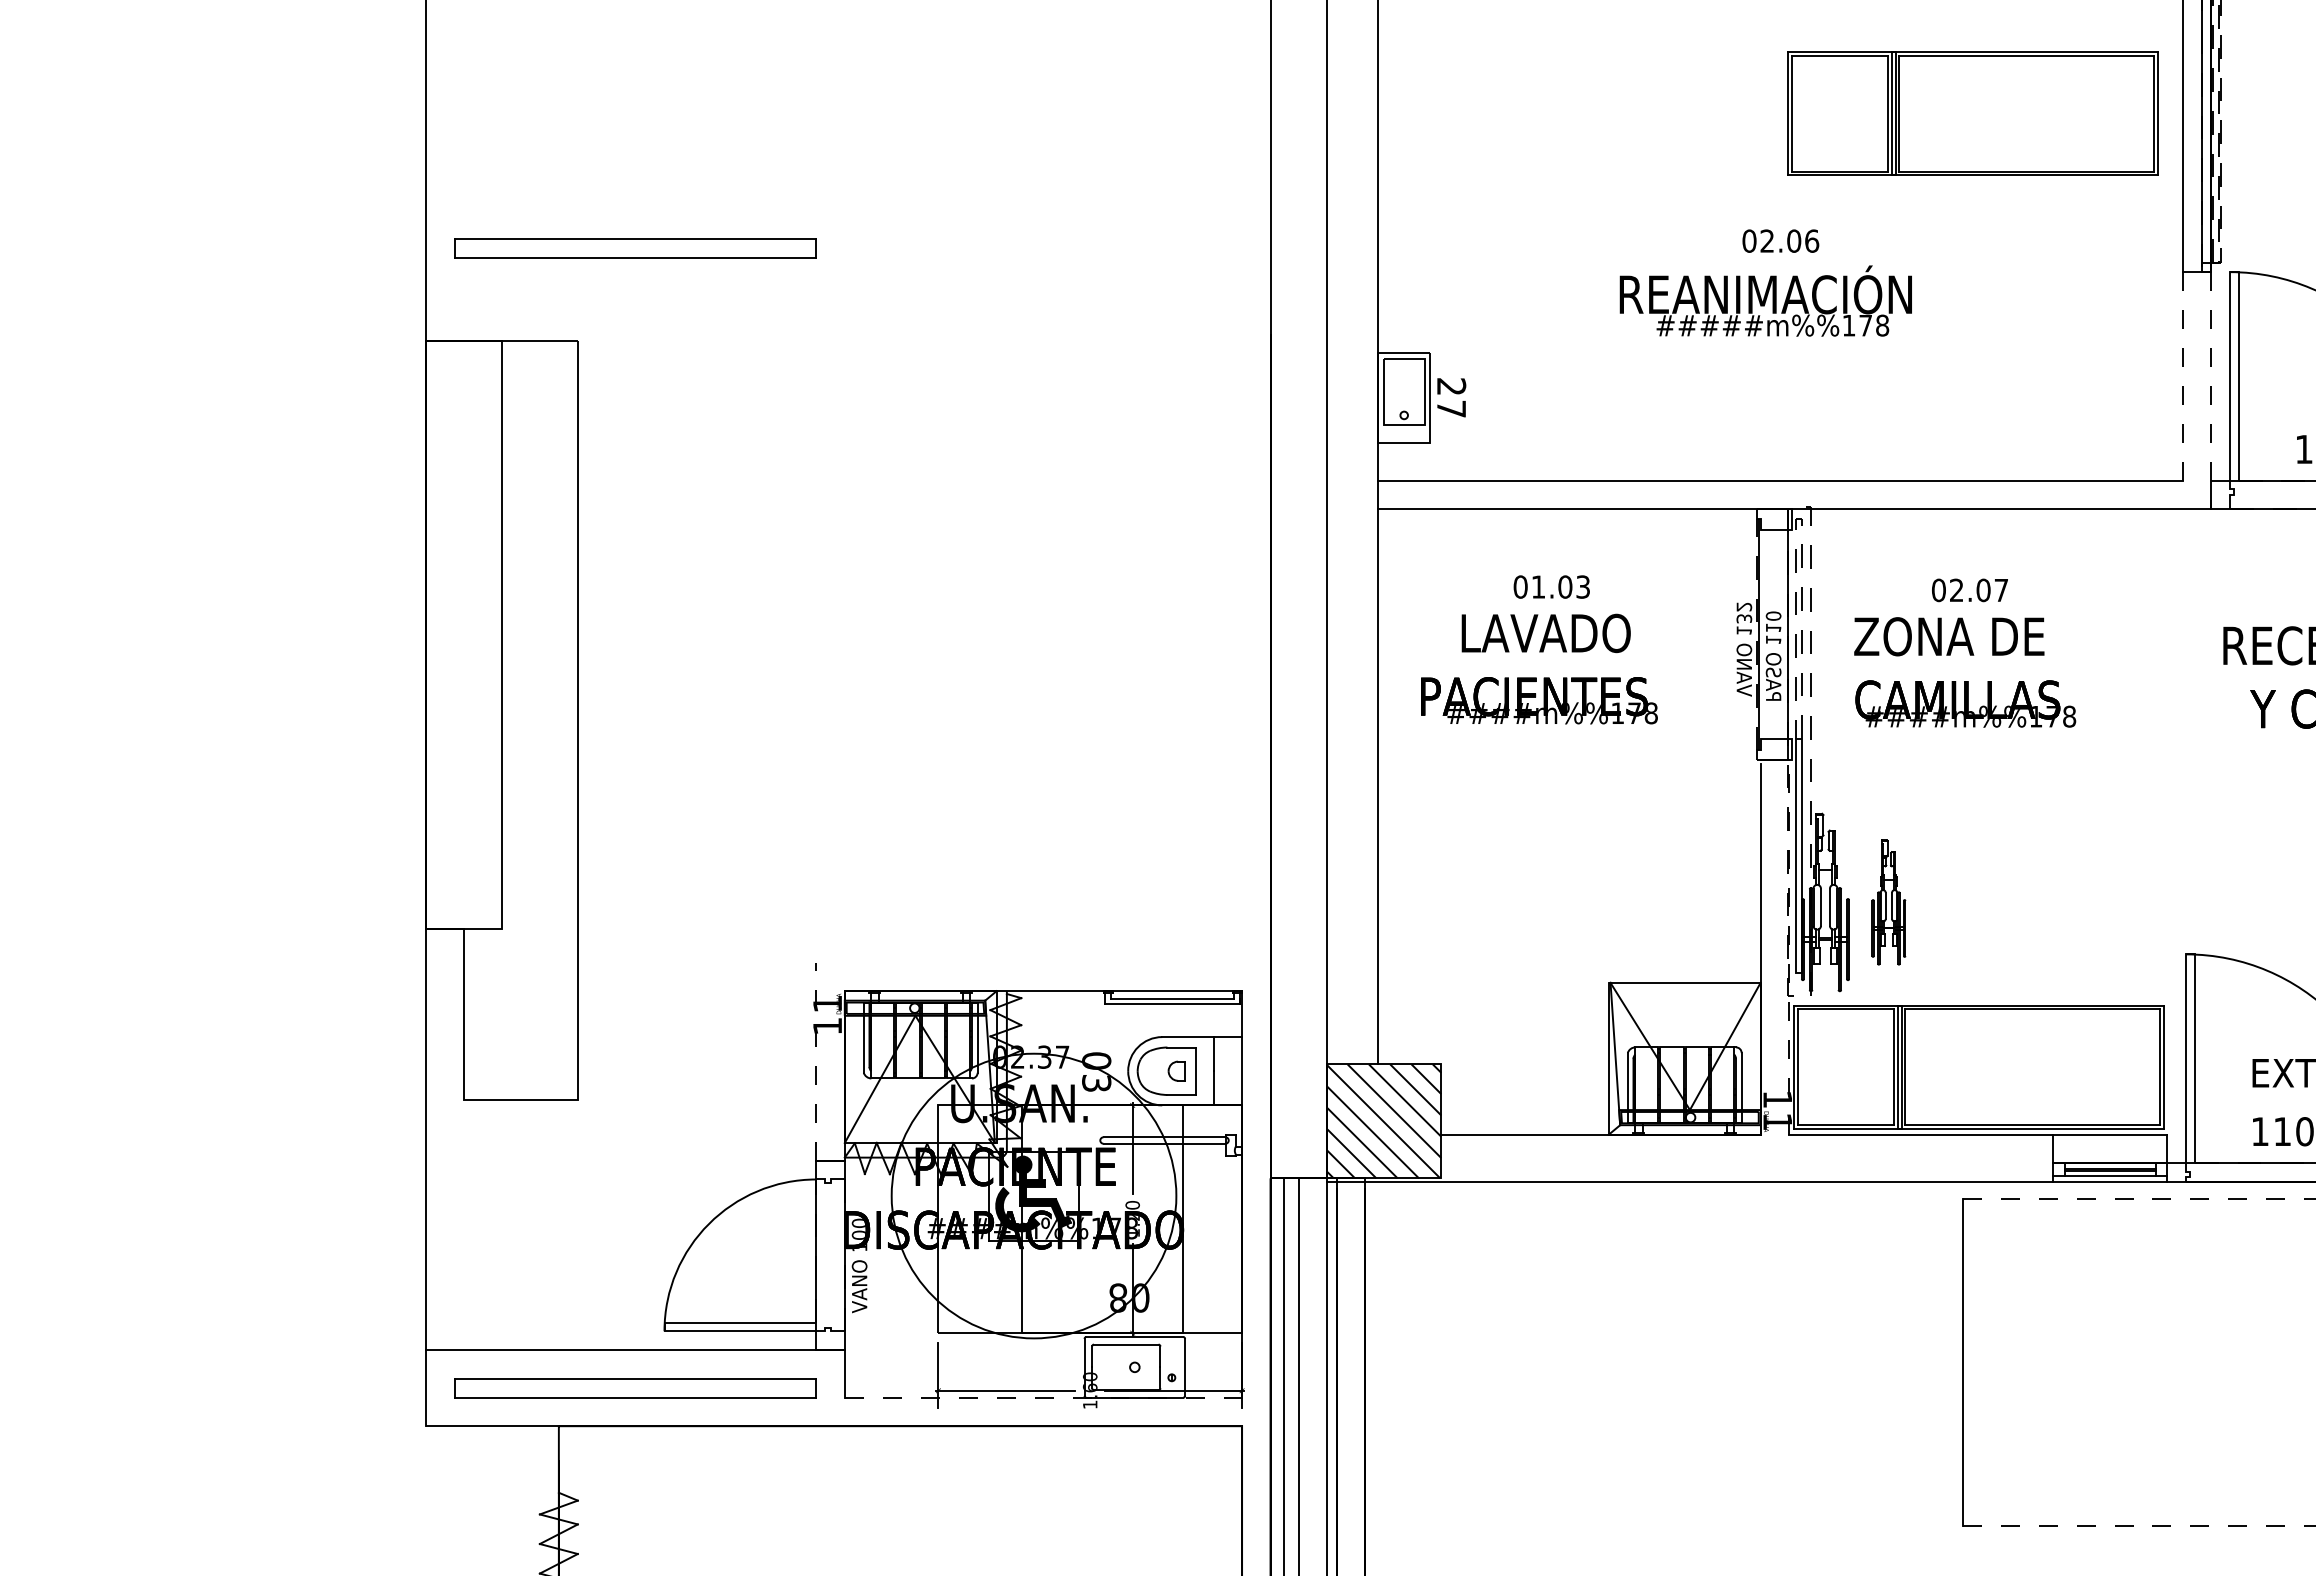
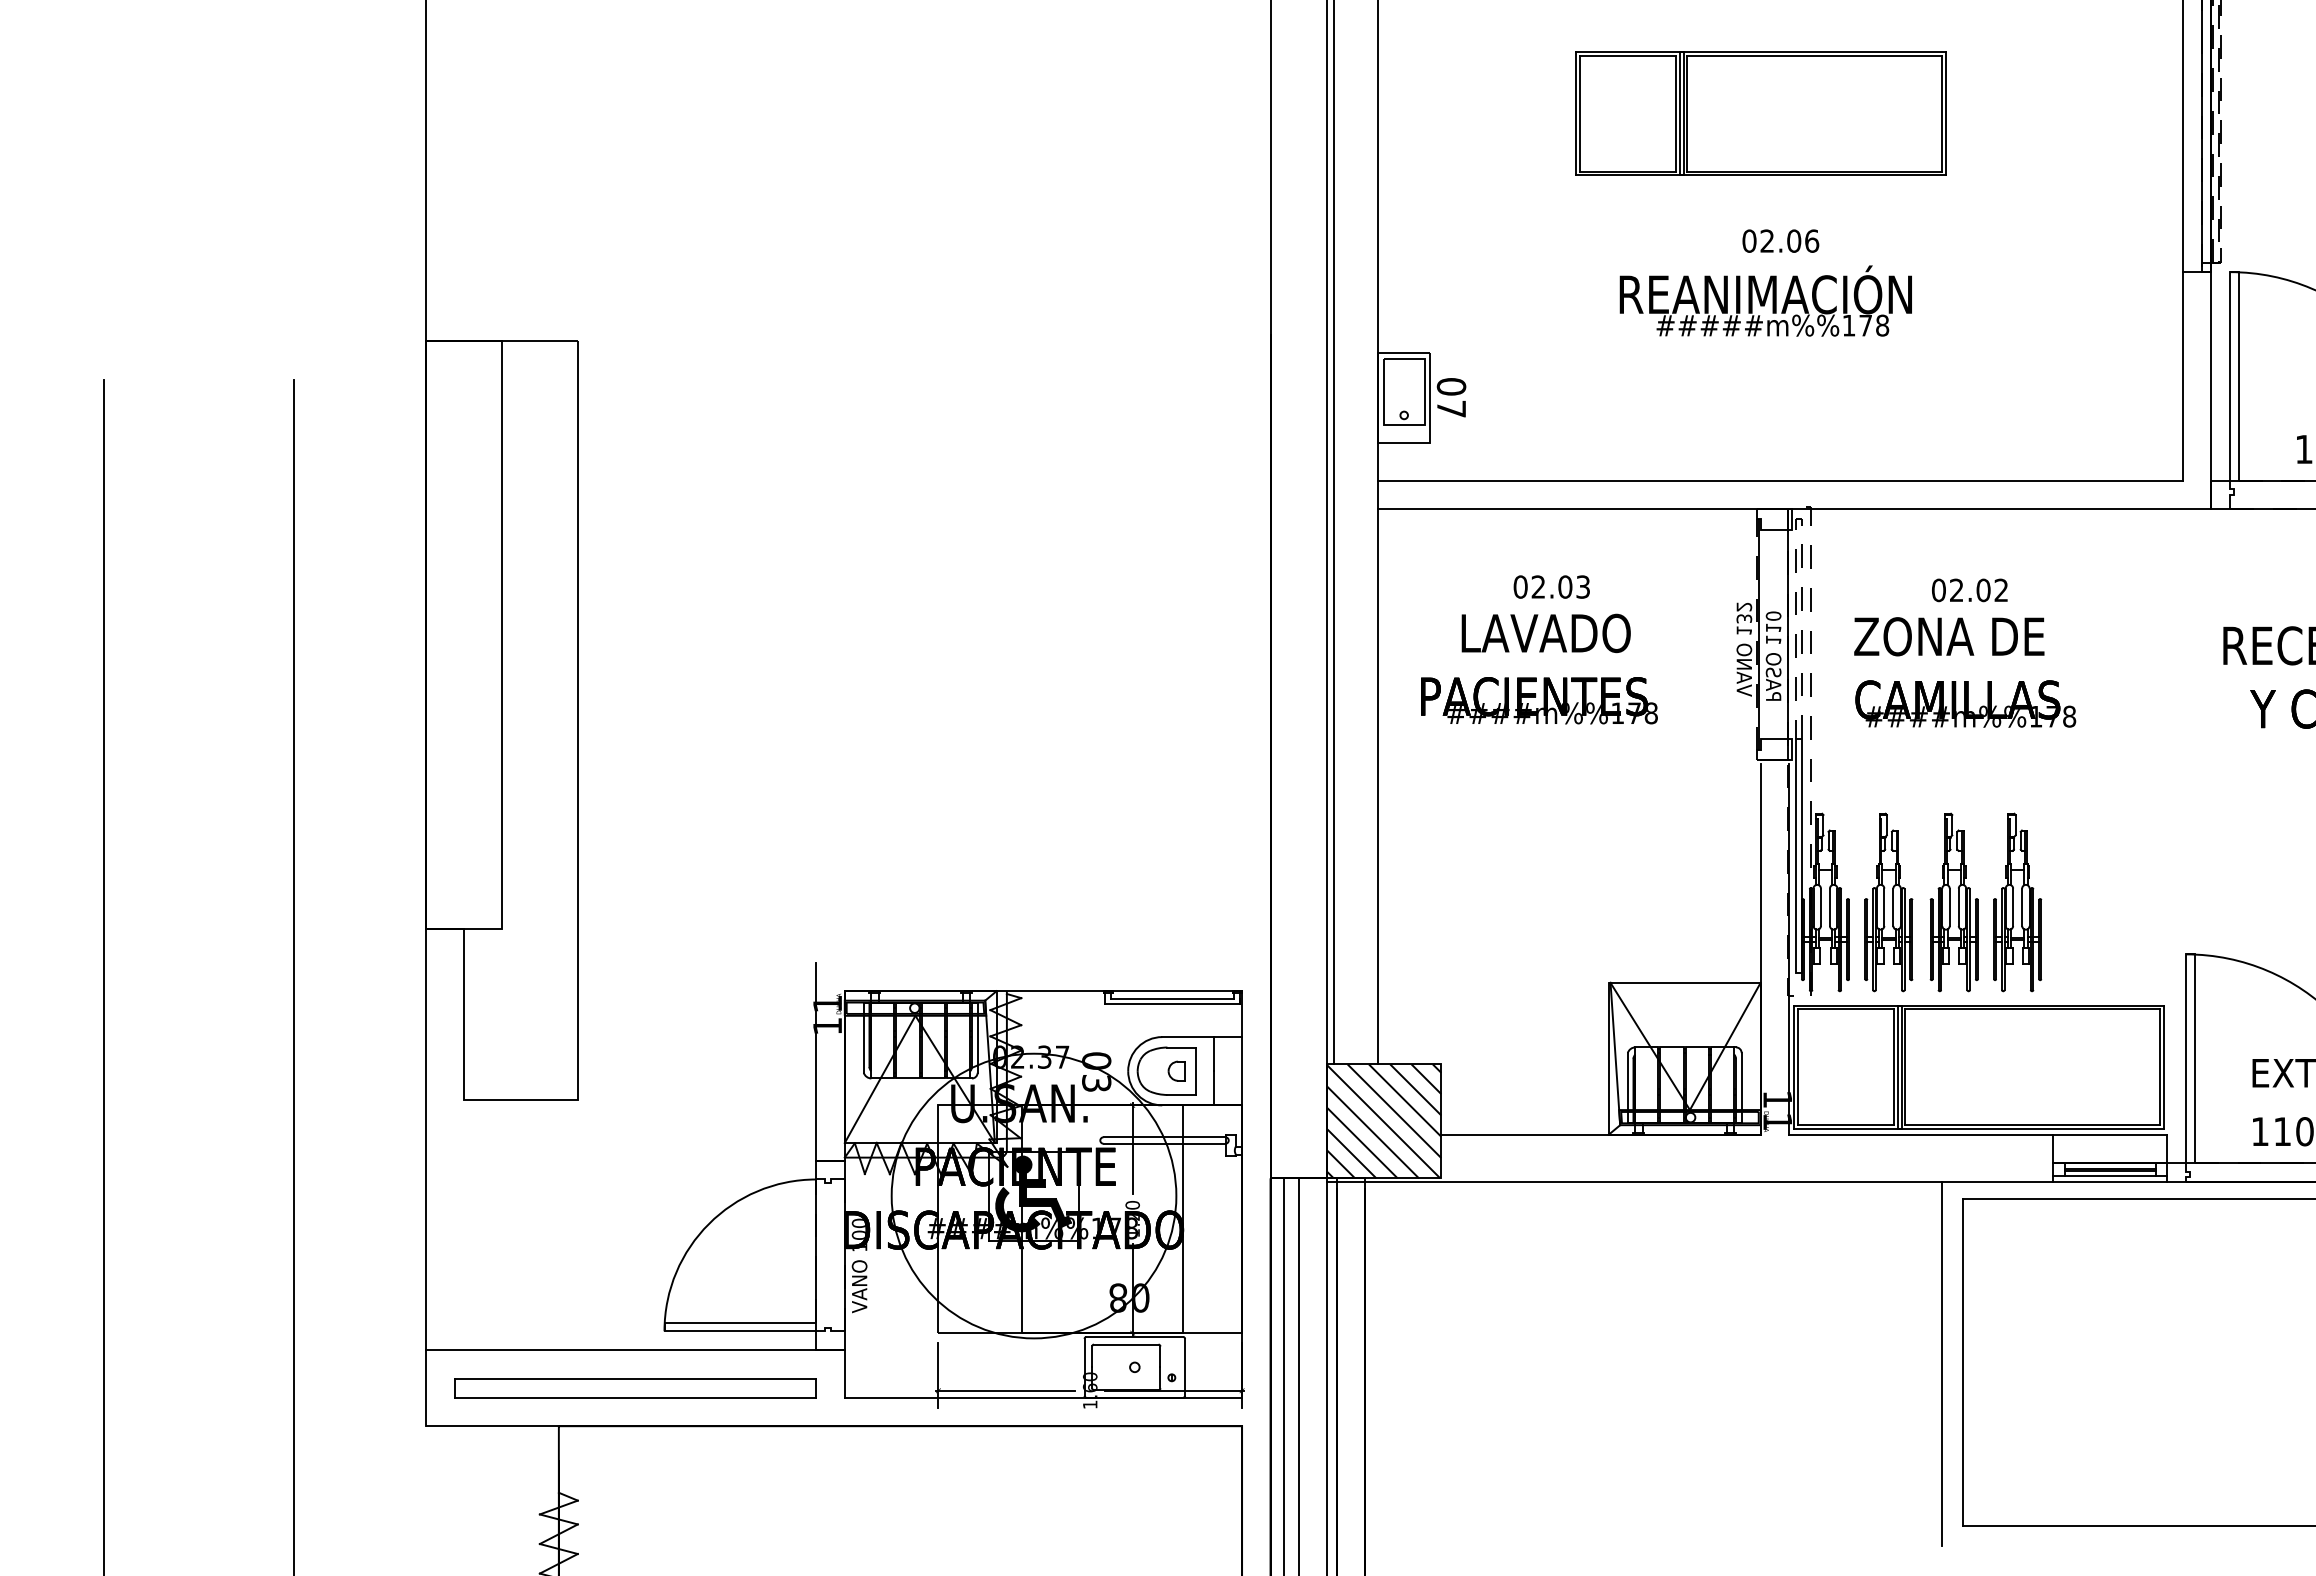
part at (1972, 113) position: (1972, 113) -> (1760, 113)
part at (635, 248): present -> none
line at (2182, 377): dashed -> solid
text at (1451, 386): 27 -> 07
line at (2211, 390): dashed -> solid
line at (1334, 533): none -> present
text at (1537, 586): 01.03 -> 02.03
text at (2000, 589): 02.07 -> 02.02
part at (1888, 902) size: 36x127 px -> 50x181 px
part at (1953, 902): none -> present
part at (2017, 902): none -> present
line at (1789, 949): dashed -> solid
line at (103, 976): none -> present
line at (293, 976): none -> present
line at (816, 1061): dashed -> solid
line at (2139, 1198): dashed -> solid
line at (1942, 1364): none -> present
line at (1043, 1397): dashed -> solid
line at (2139, 1526): dashed -> solid
